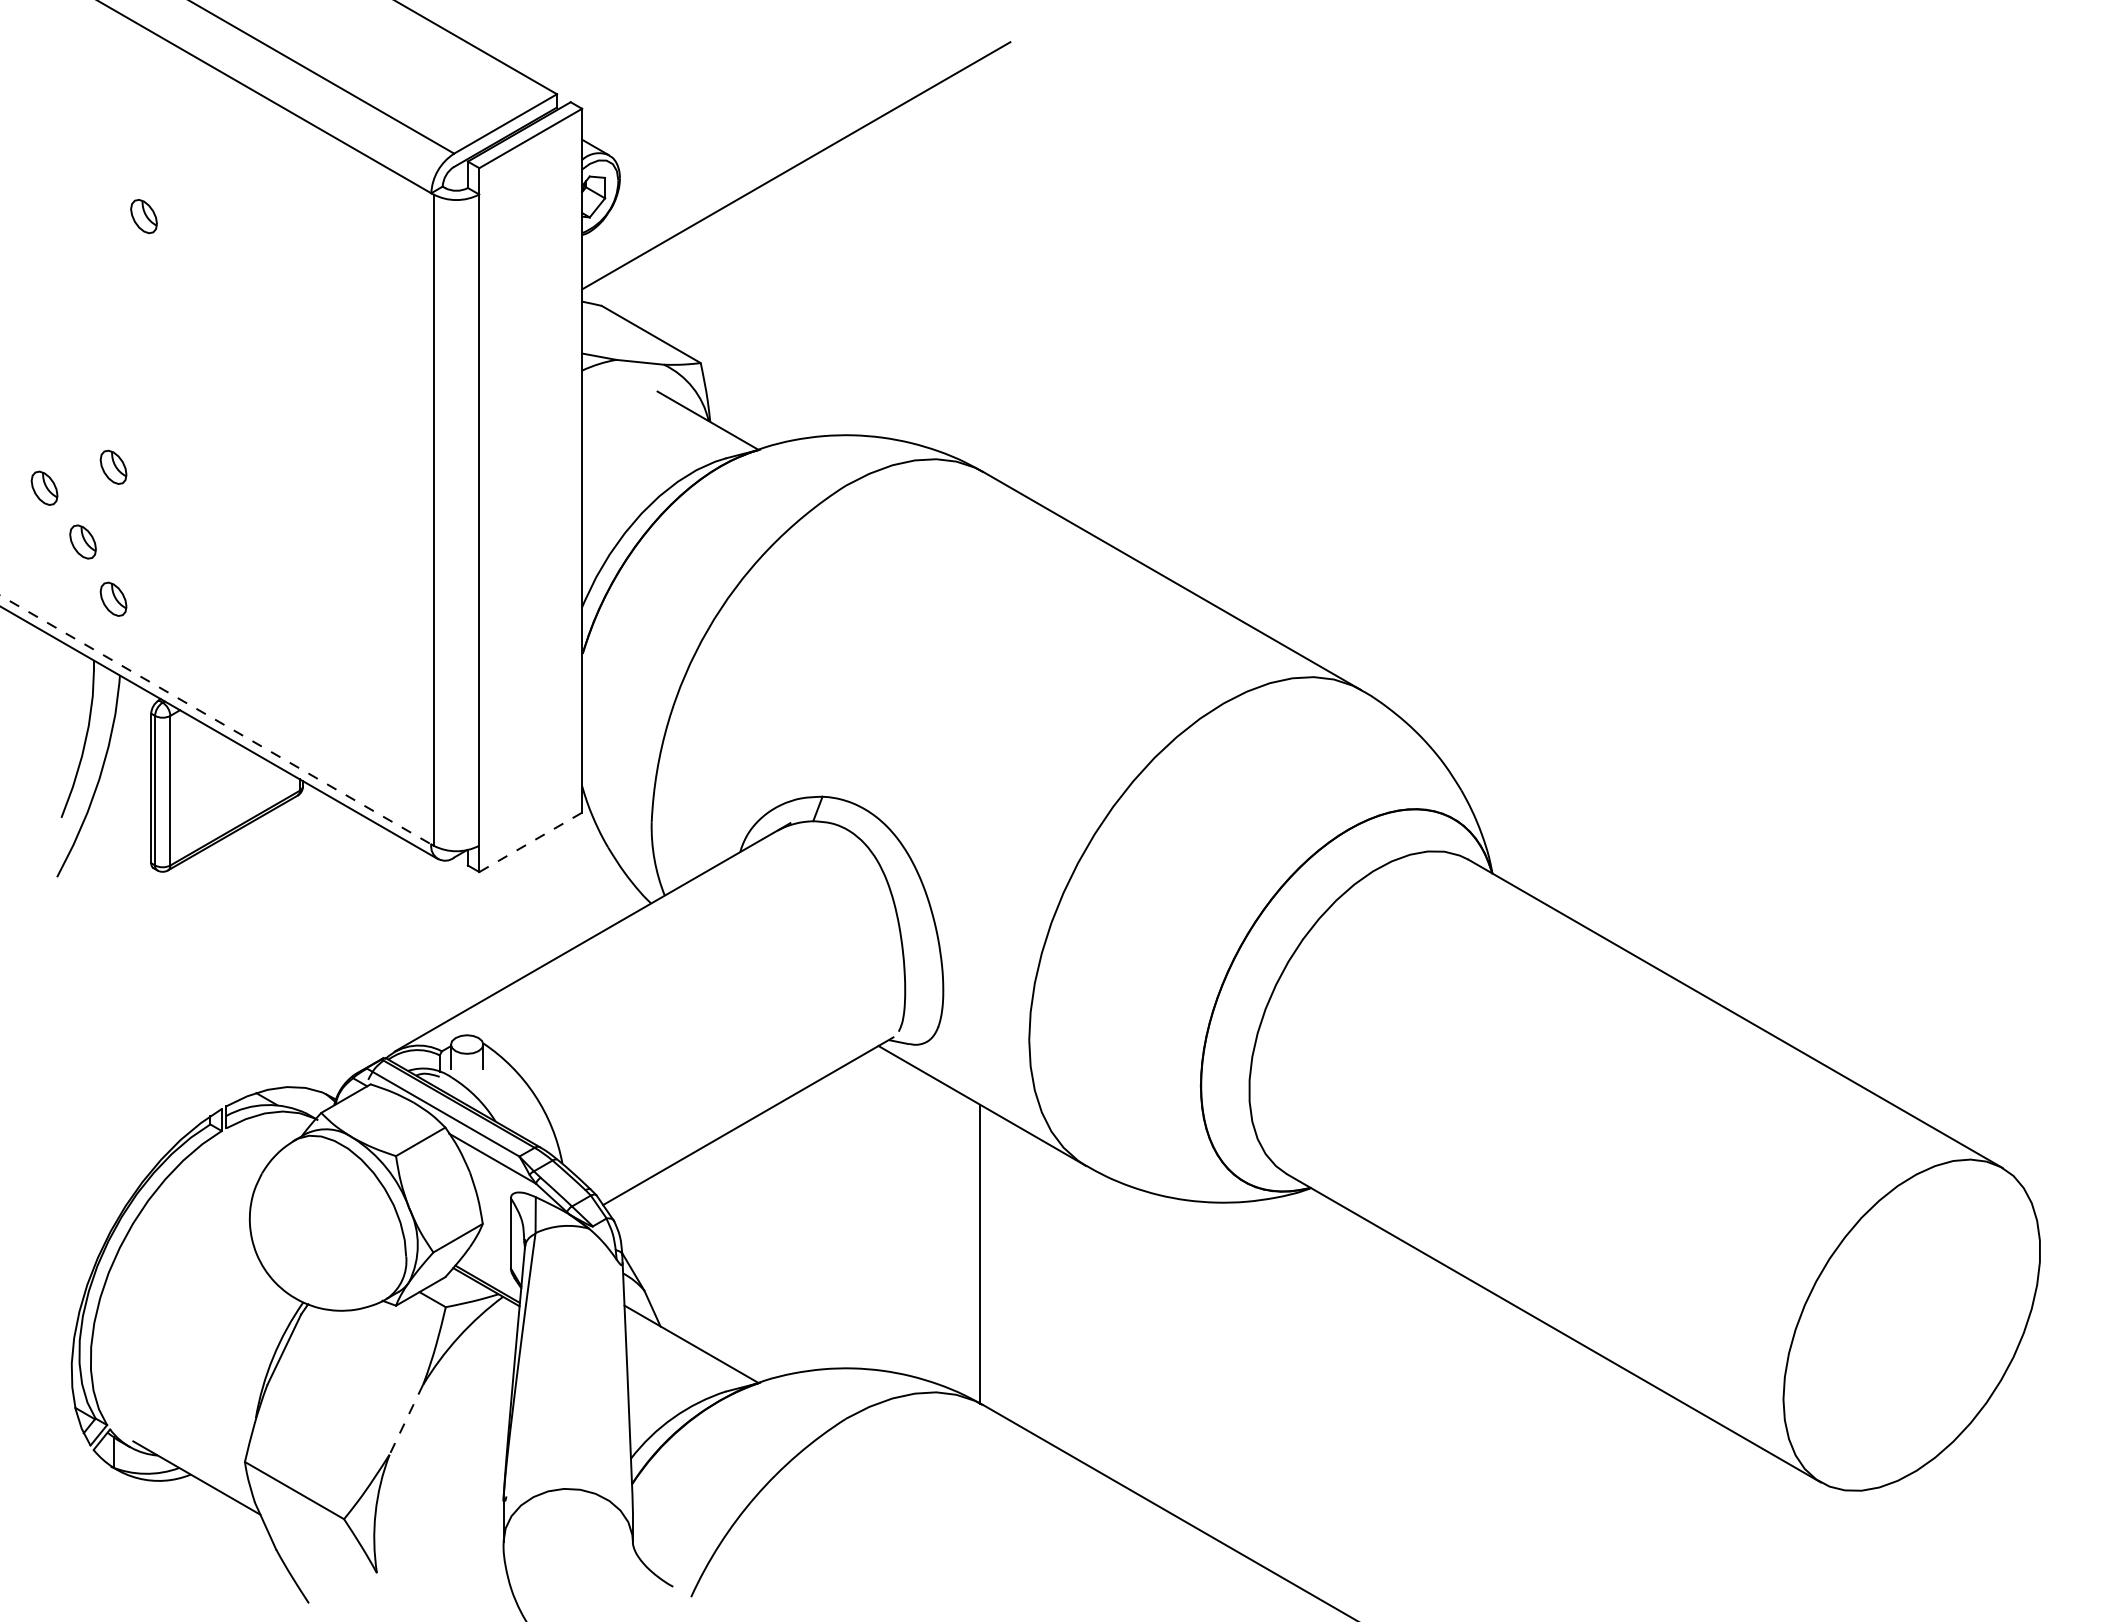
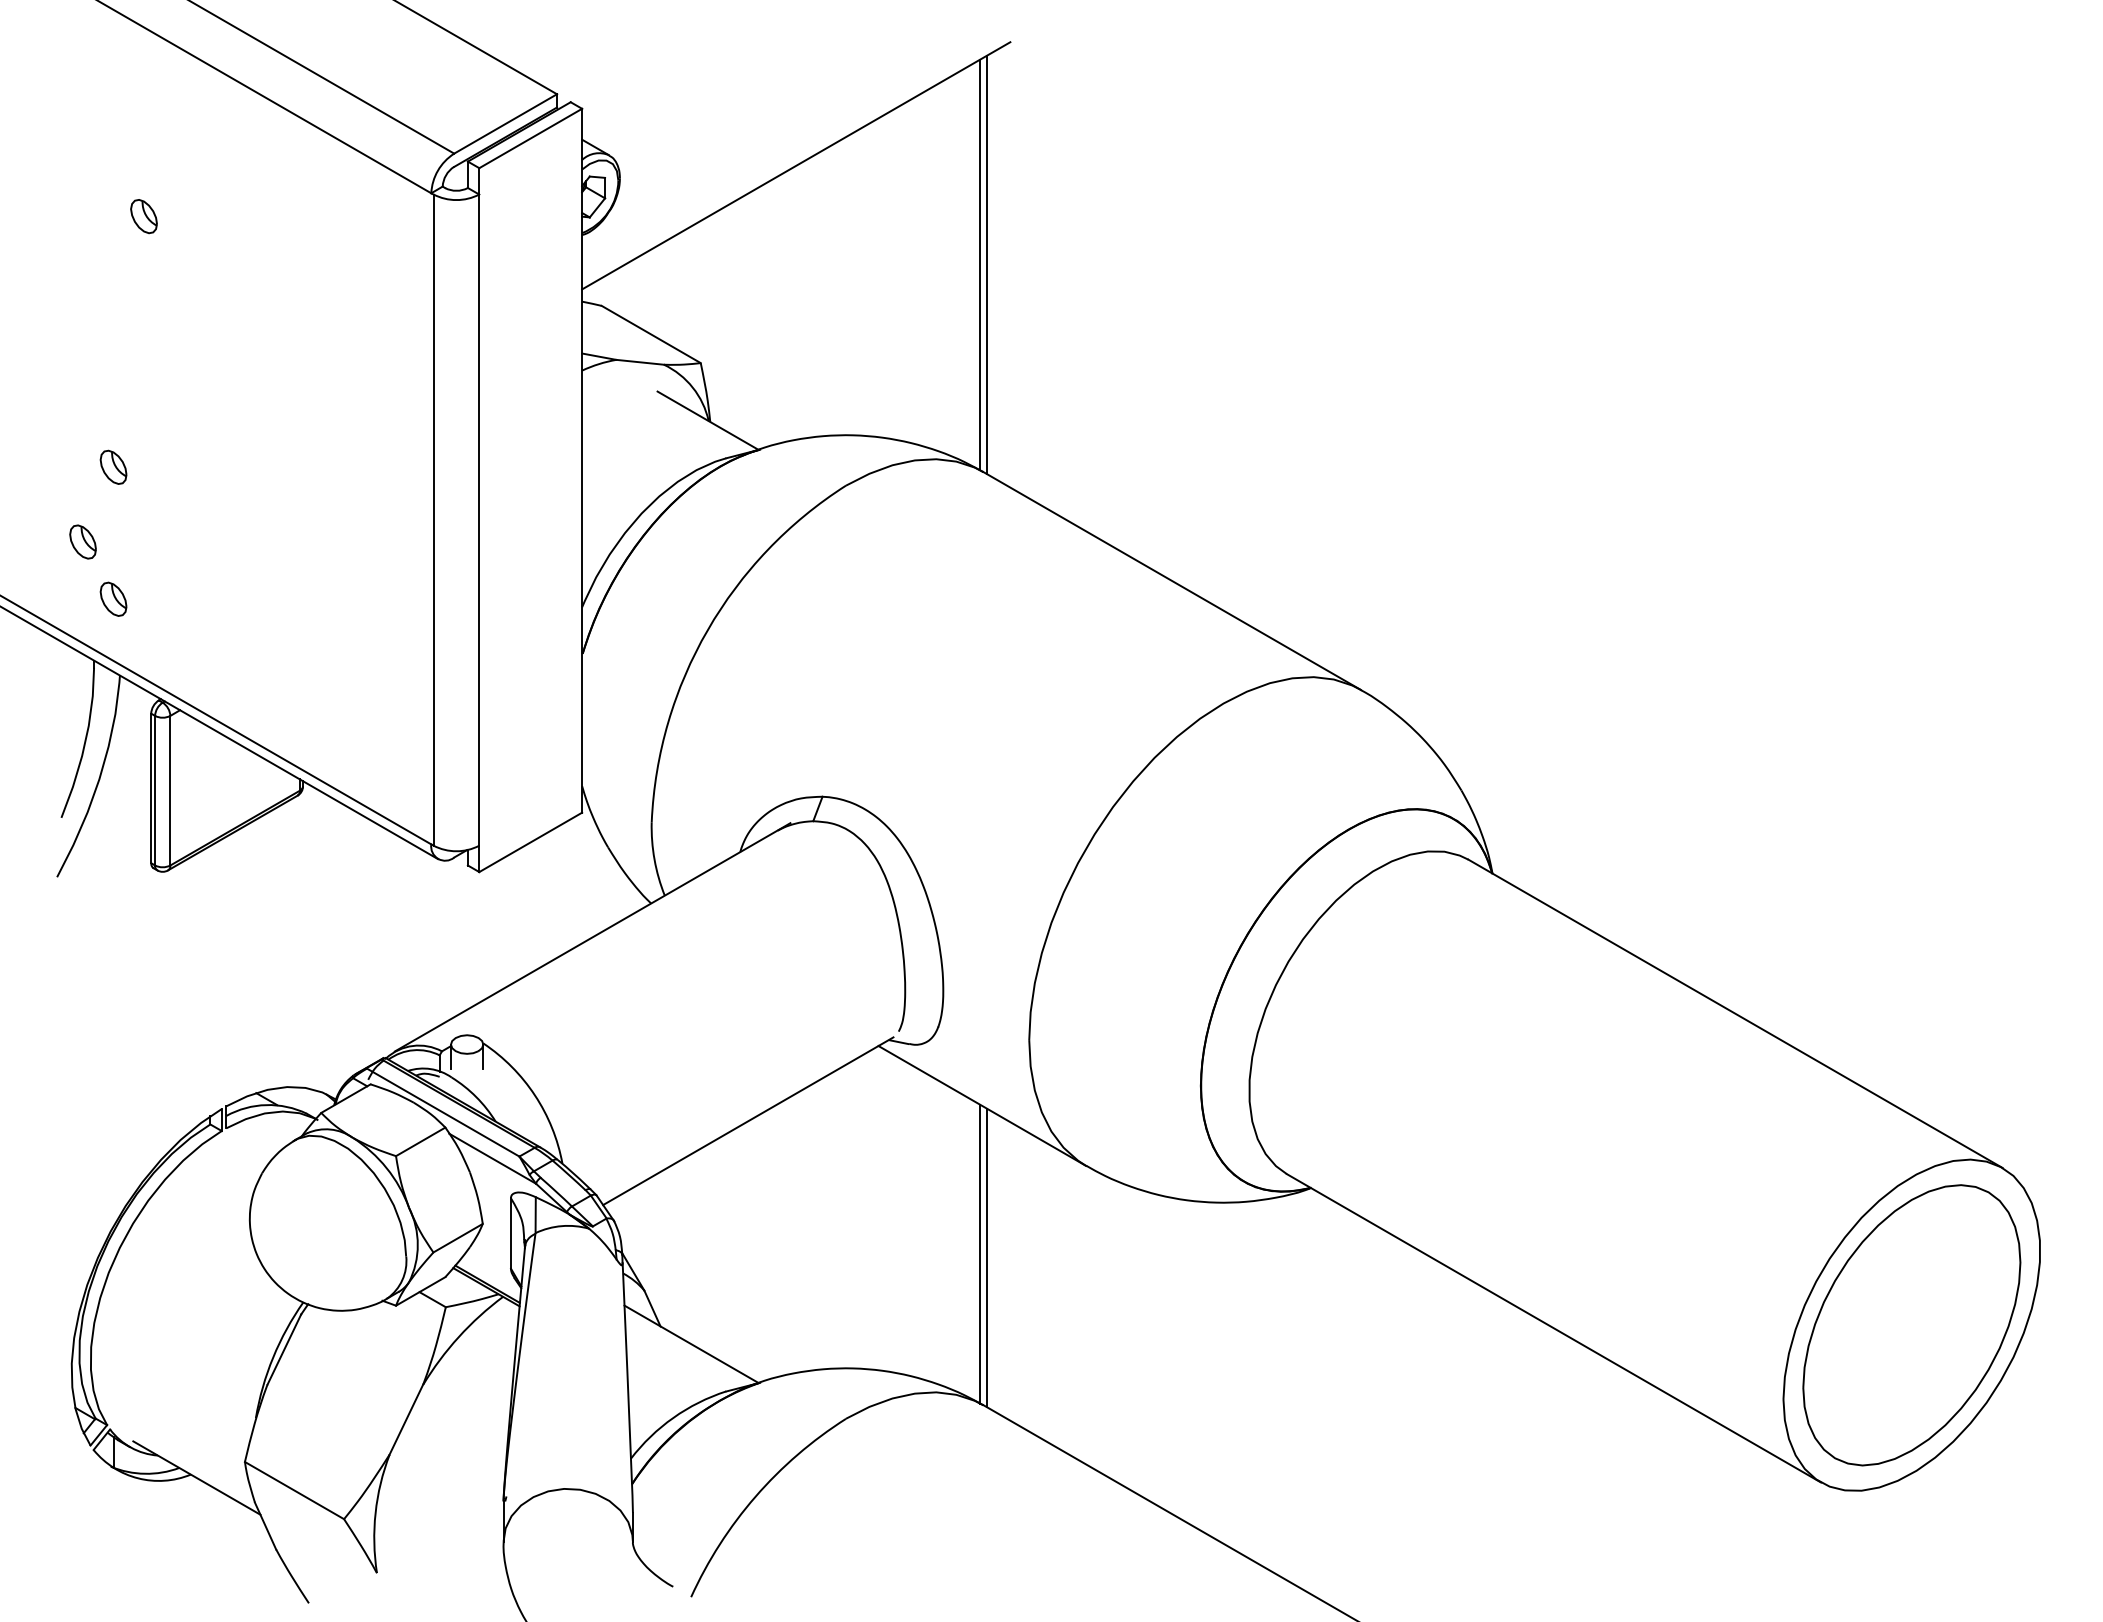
line at (979, 264): none -> present
line at (987, 264): none -> present
part at (44, 487): present -> none
line at (215, 719): dashed -> solid
line at (531, 842): dashed -> solid
line at (987, 1257): none -> present
part at (1911, 1325): none -> present
line at (406, 1419): dashed -> solid
